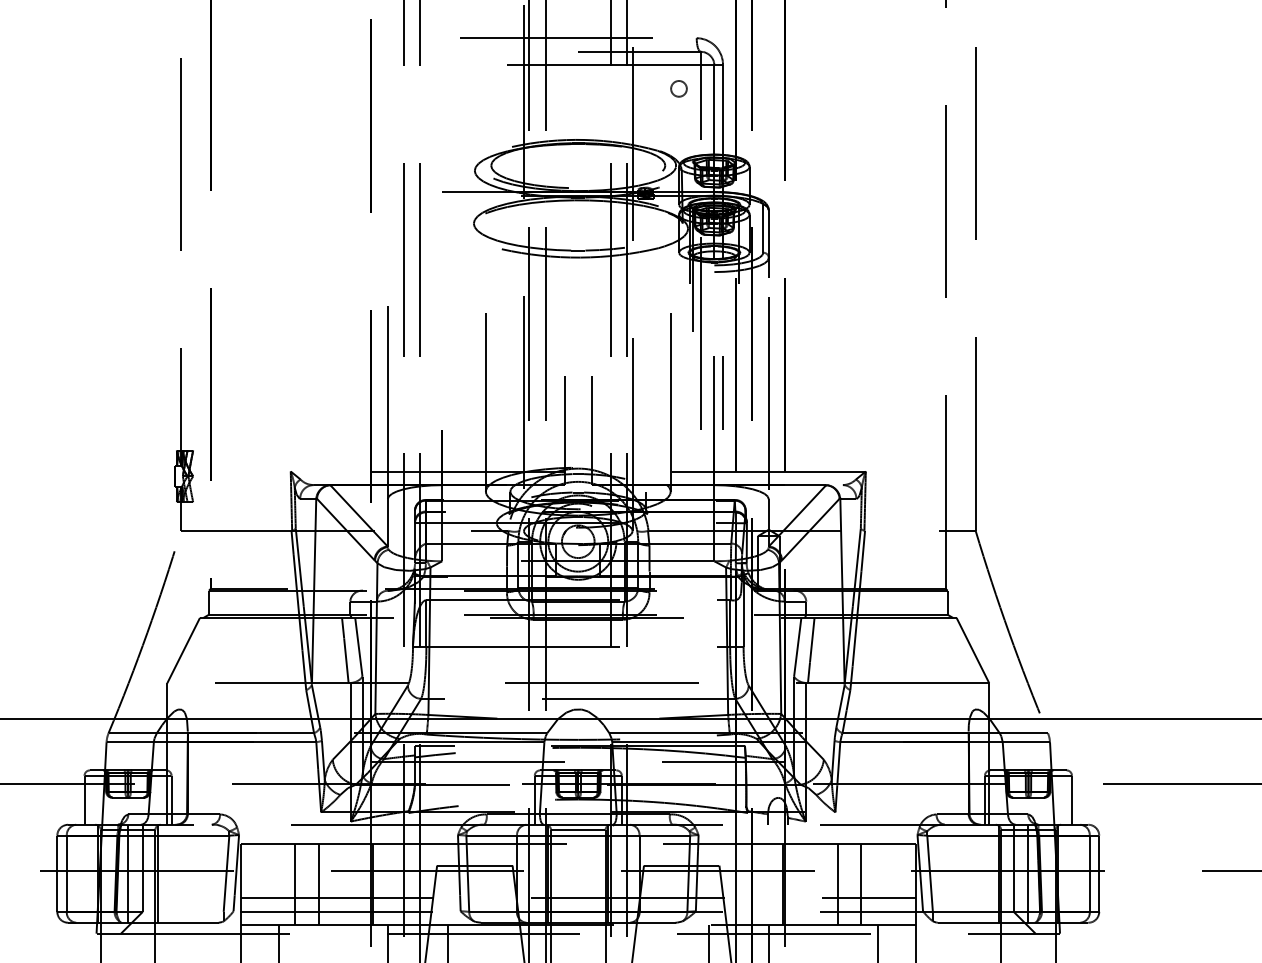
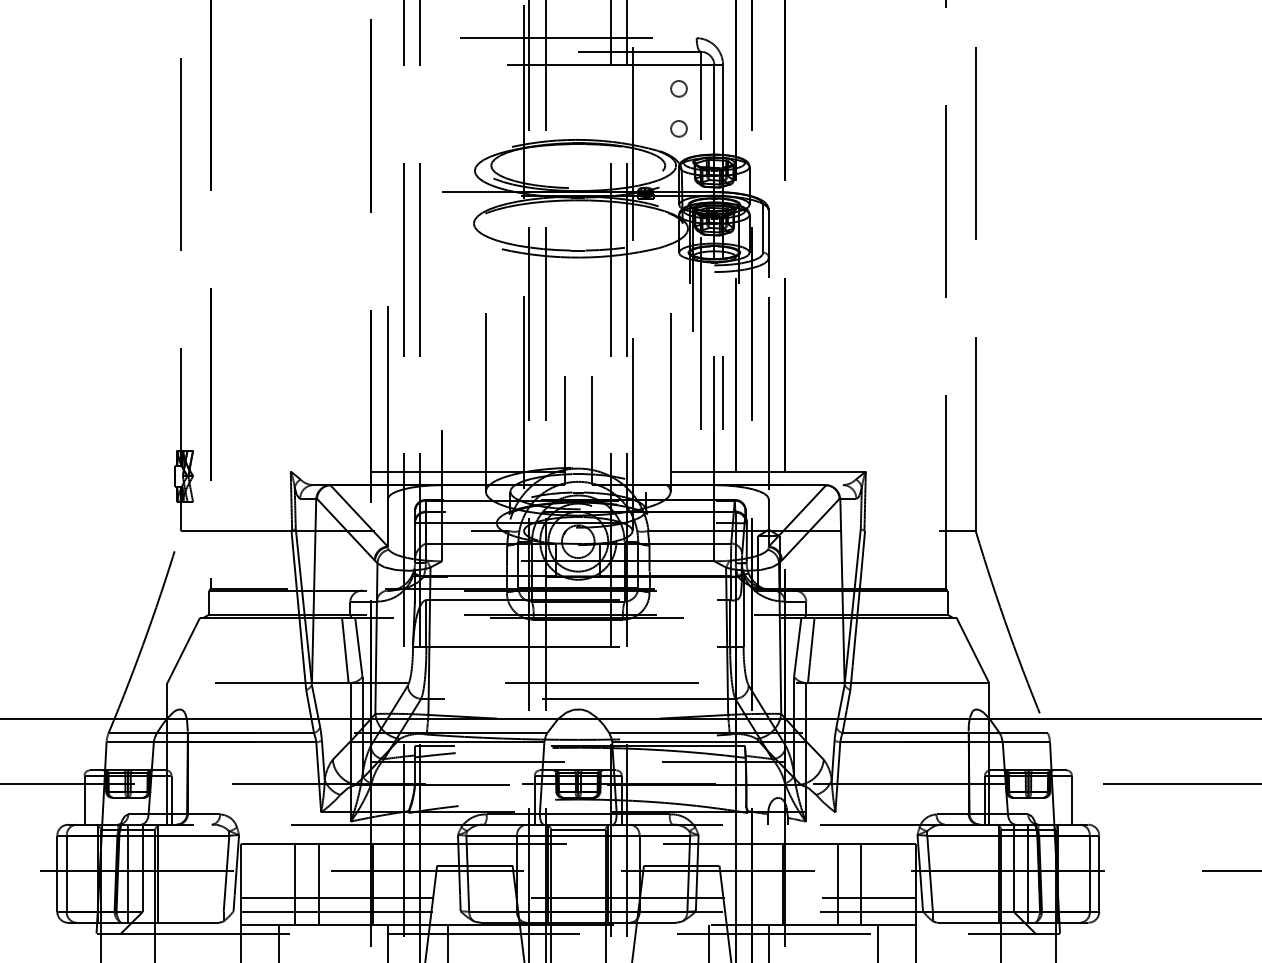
circle at (678, 128): none -> present
